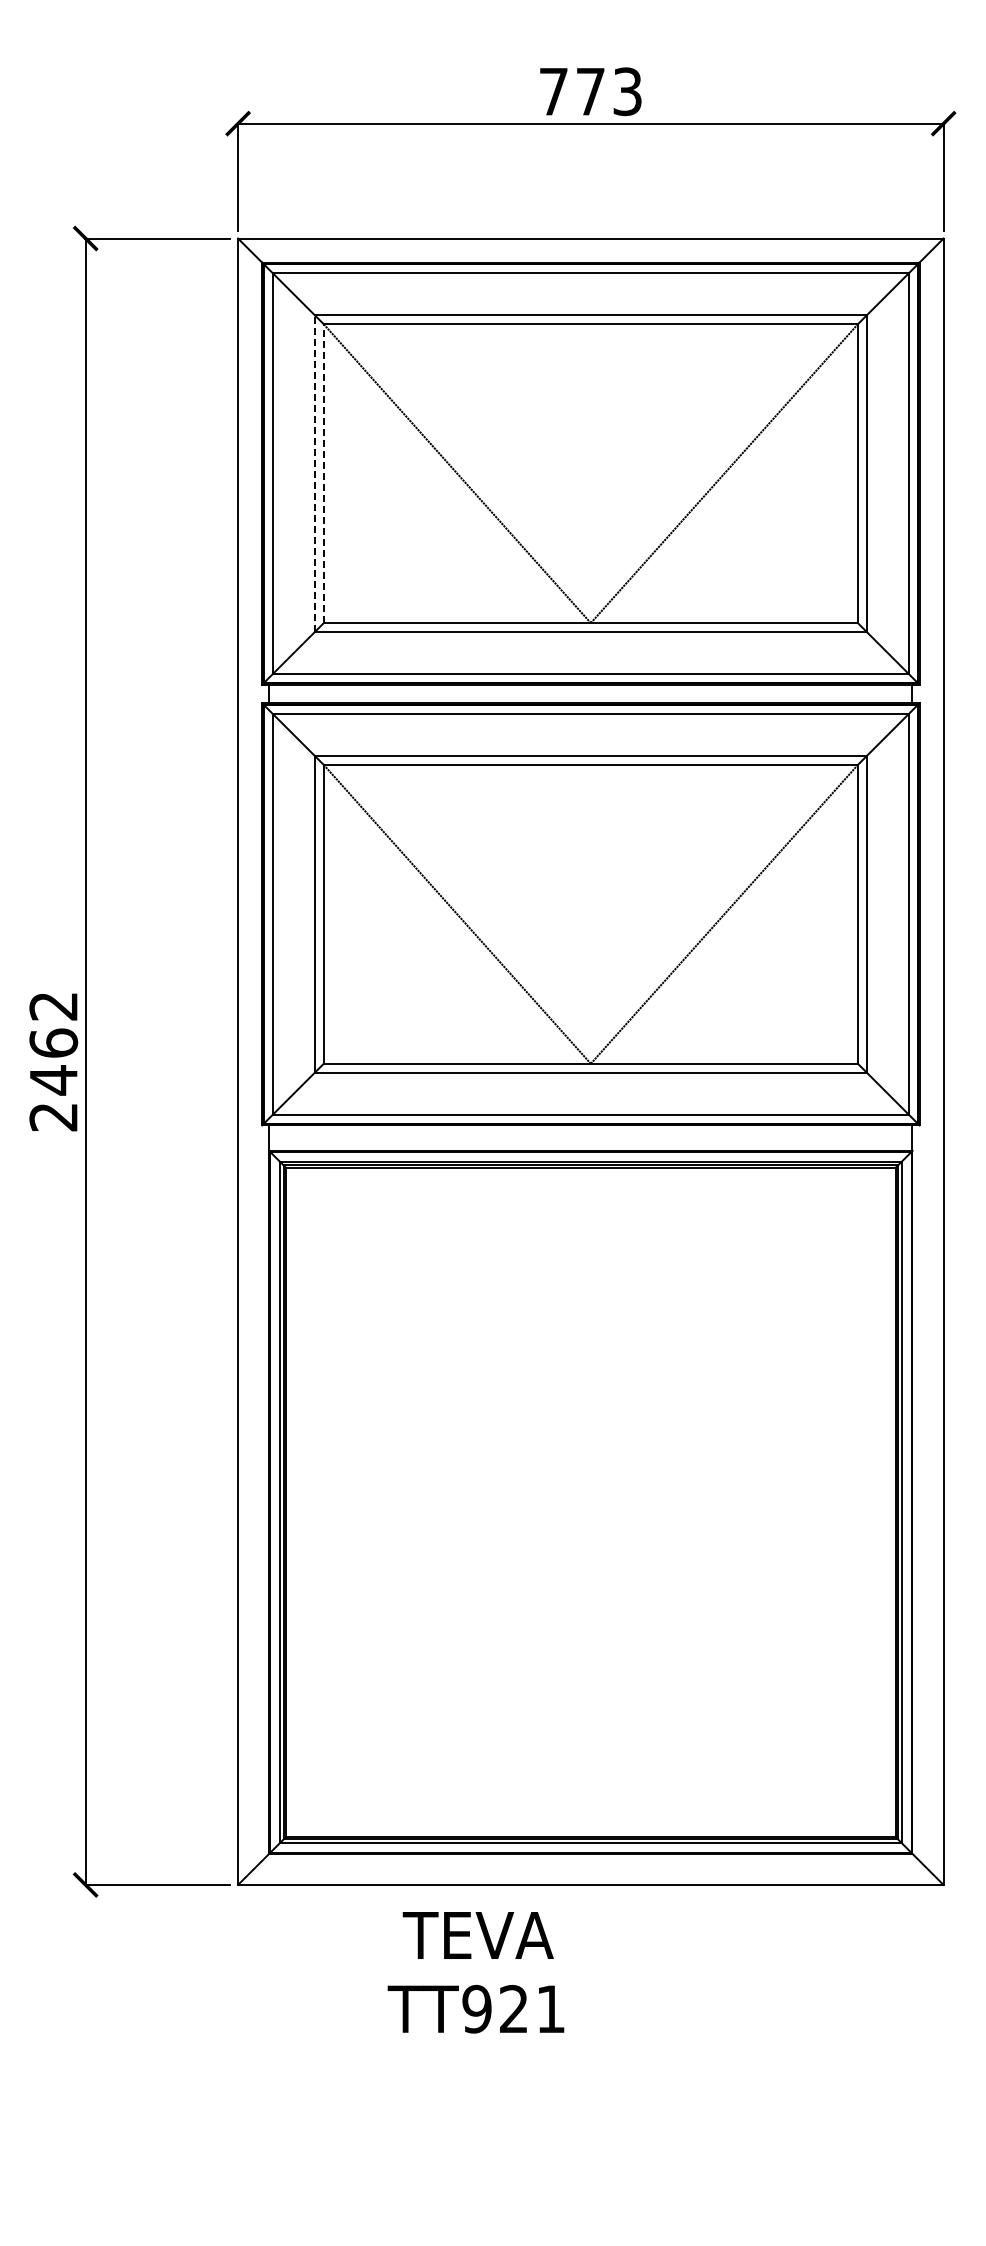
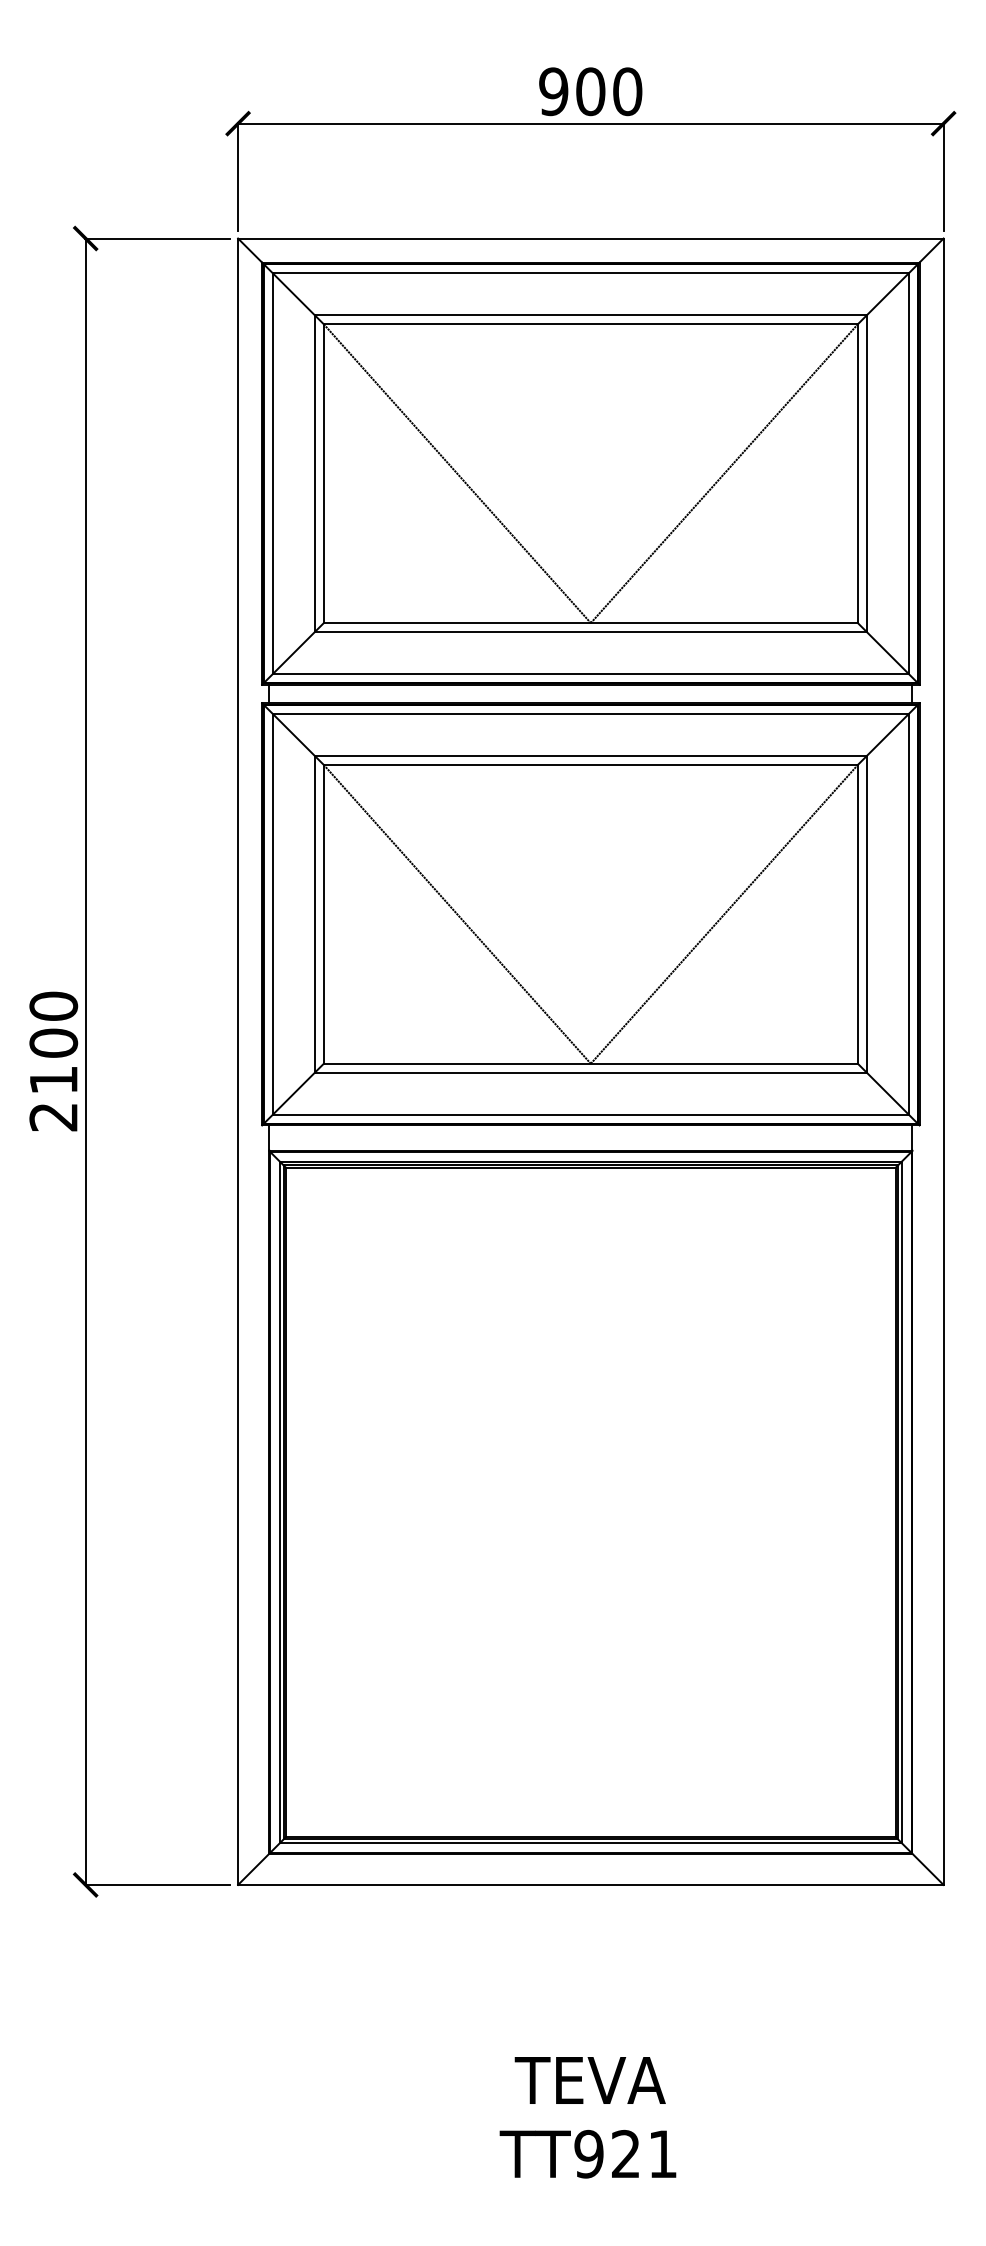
text at (590, 91): 773 -> 900
line at (314, 473): dashed -> solid
line at (323, 473): dashed -> solid
text at (53, 1043): 2462 -> 2100
text at (475, 1972) position: (475, 1972) -> (587, 2117)
